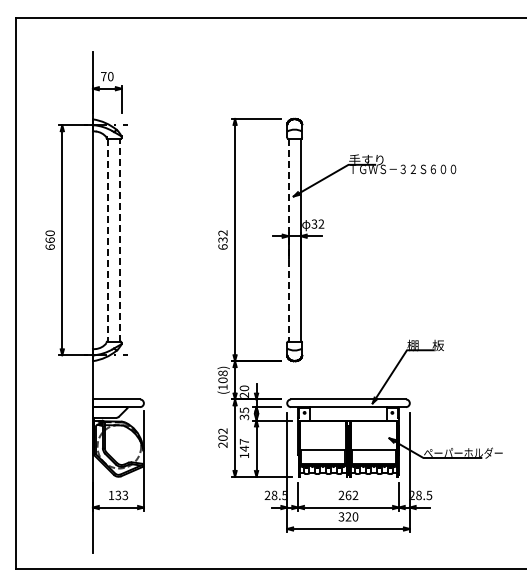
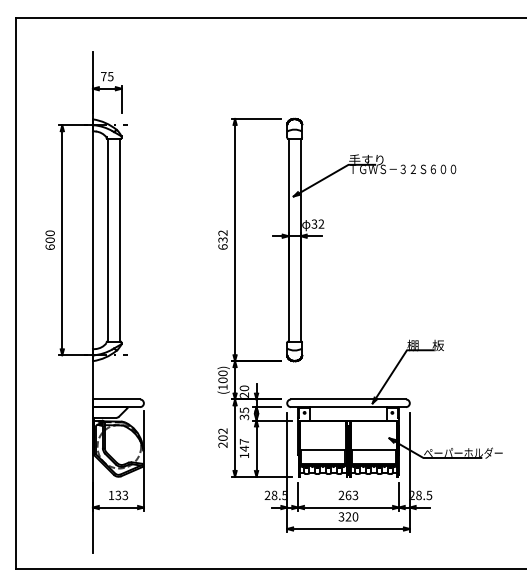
text at (110, 76): 70 -> 75
text at (49, 239): 660 -> 600
line at (120, 239): dashed -> solid
line at (107, 240): dashed -> solid
line at (288, 240): dashed -> solid
text at (223, 373): (108) -> (100)
text at (355, 495): 262 -> 263
